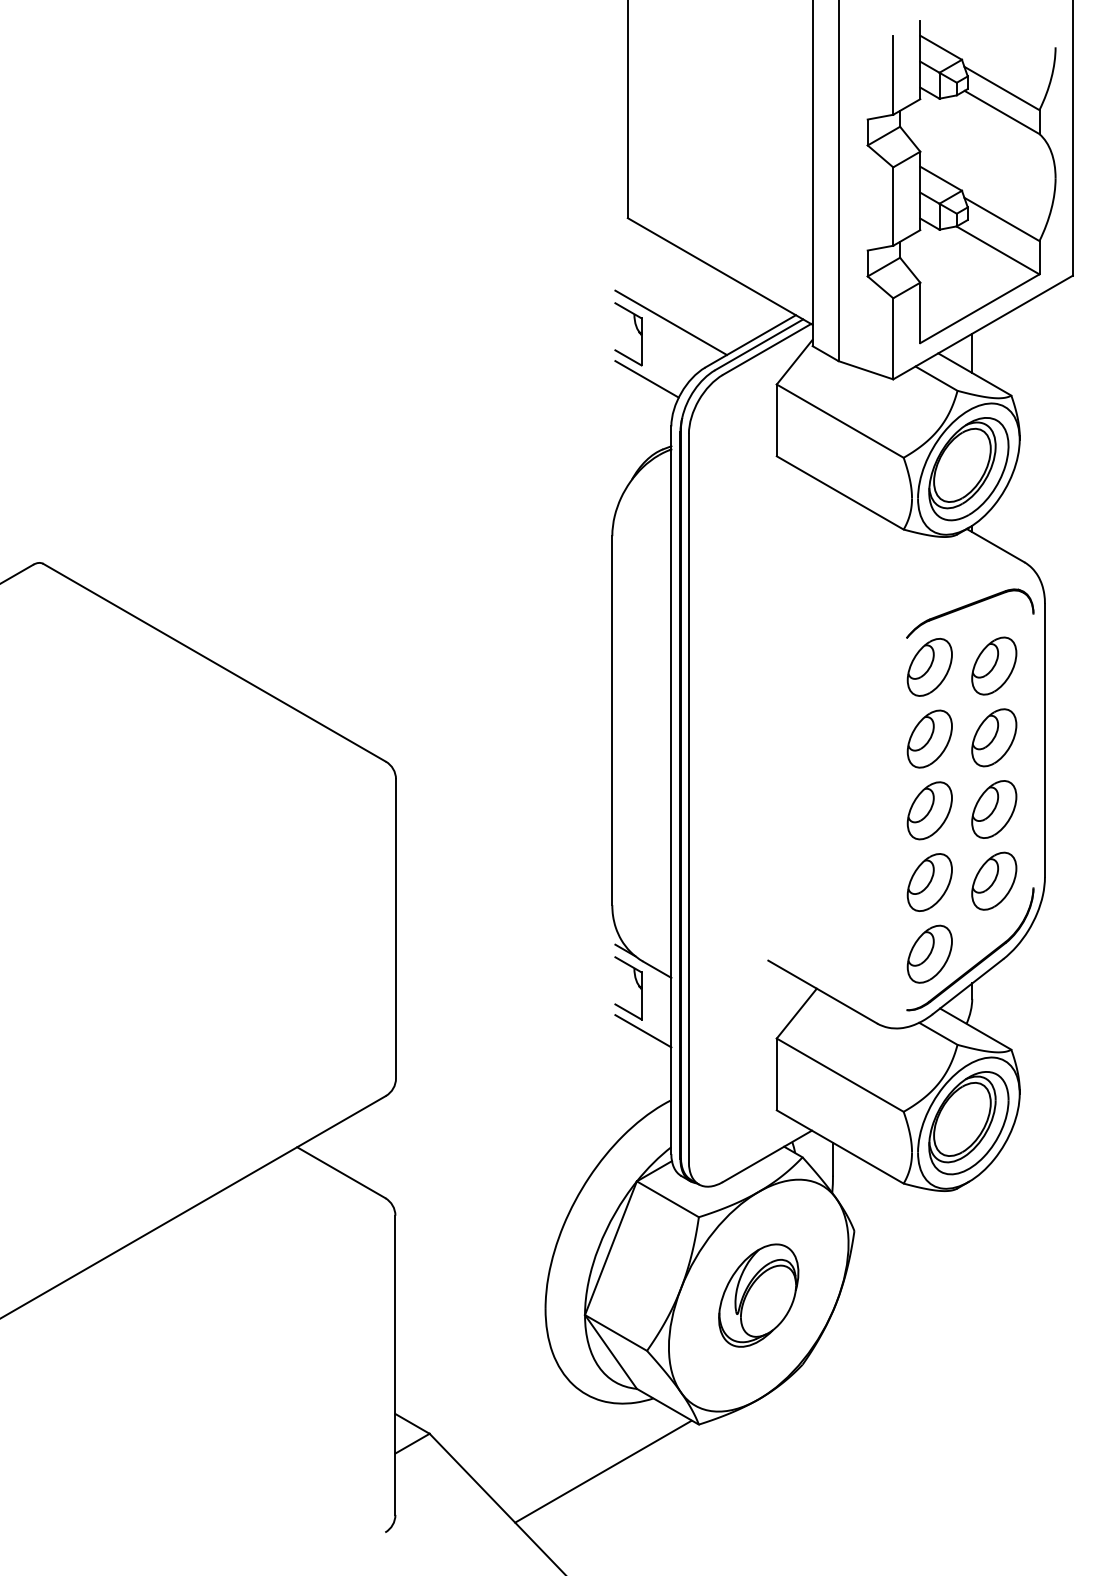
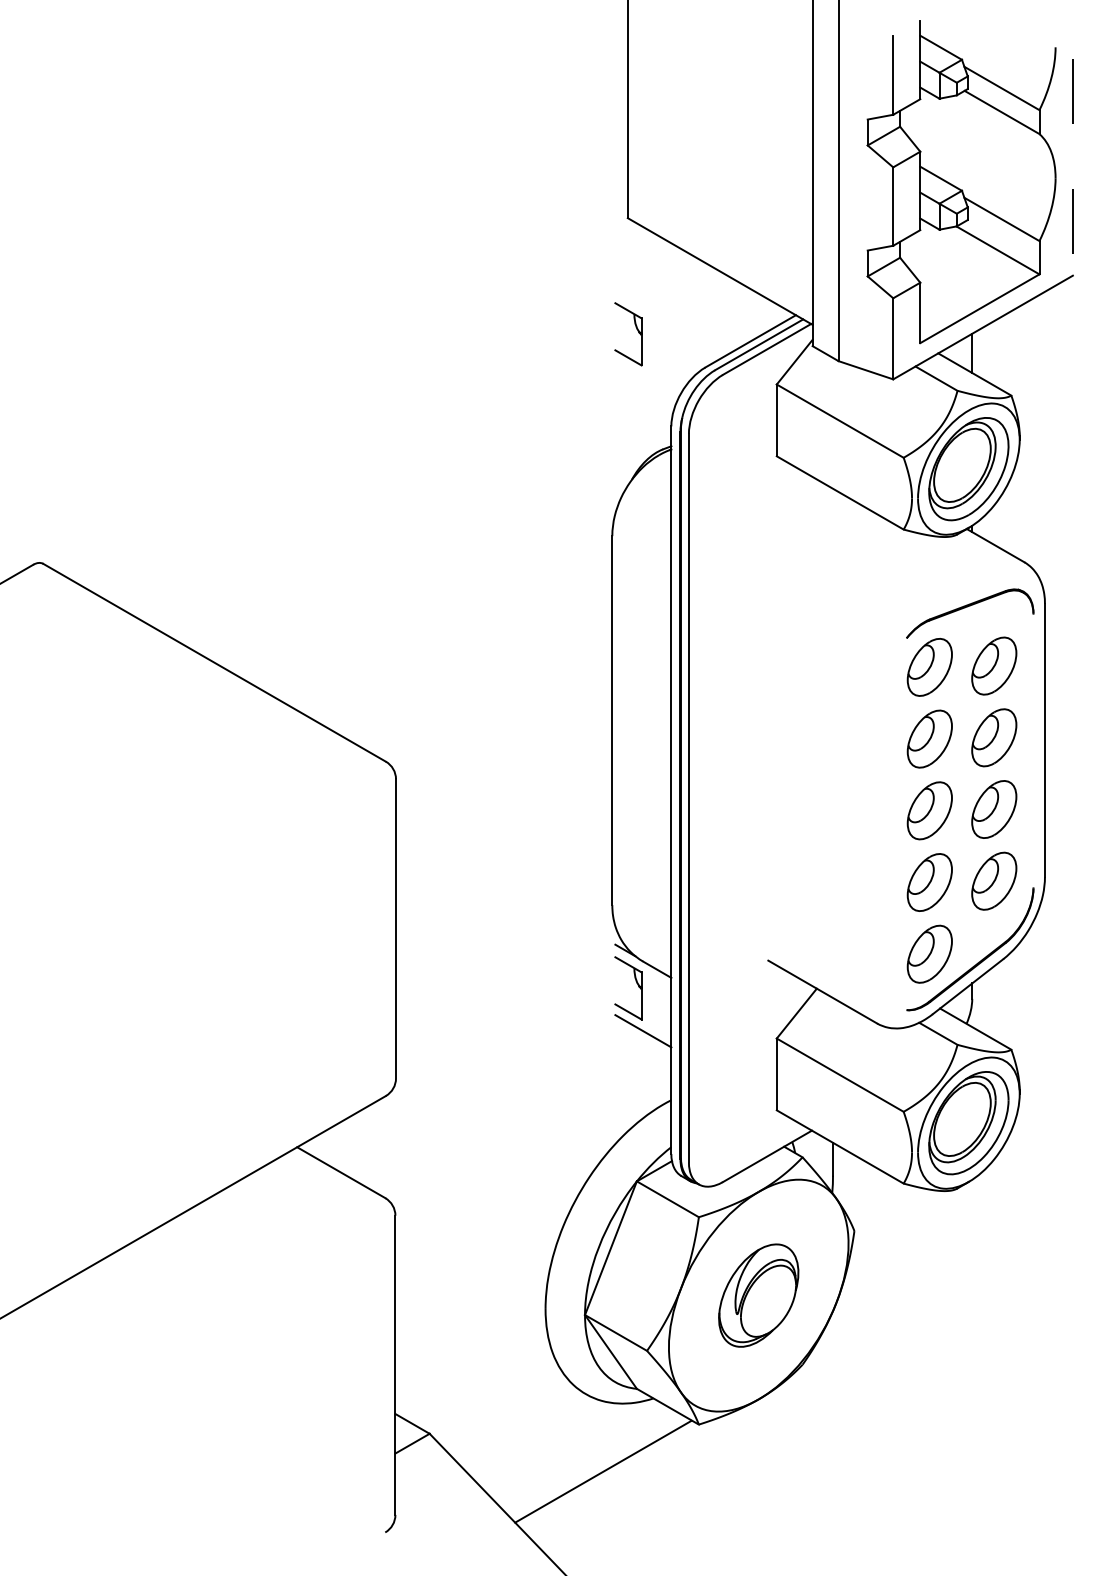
line at (1072, 138): solid -> dashed
line at (670, 322): present -> none
line at (646, 379): present -> none
